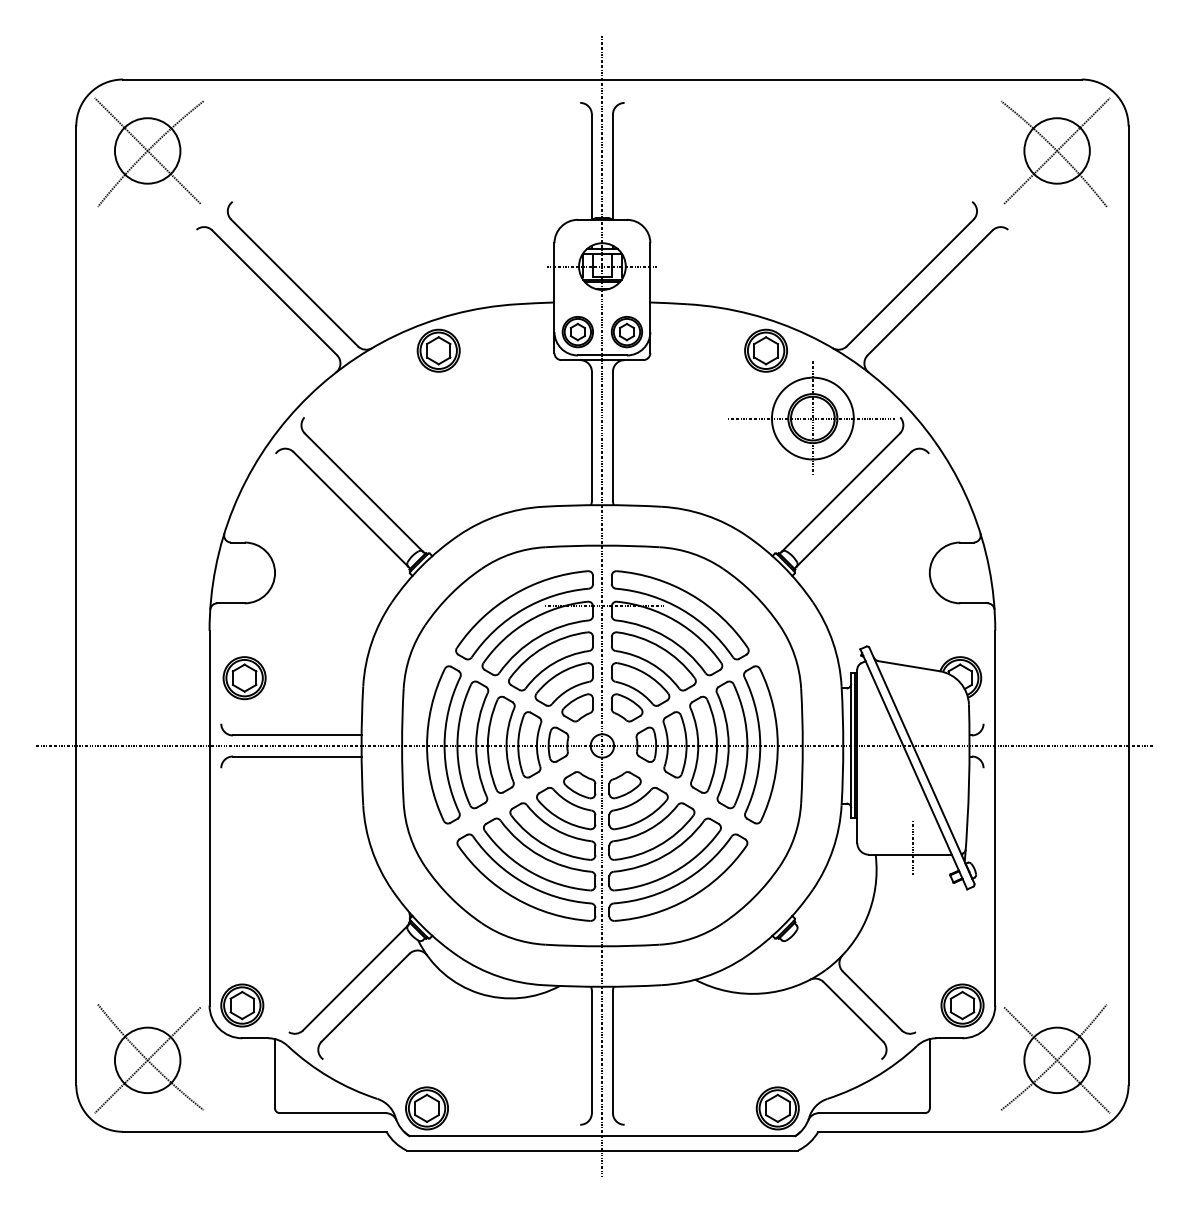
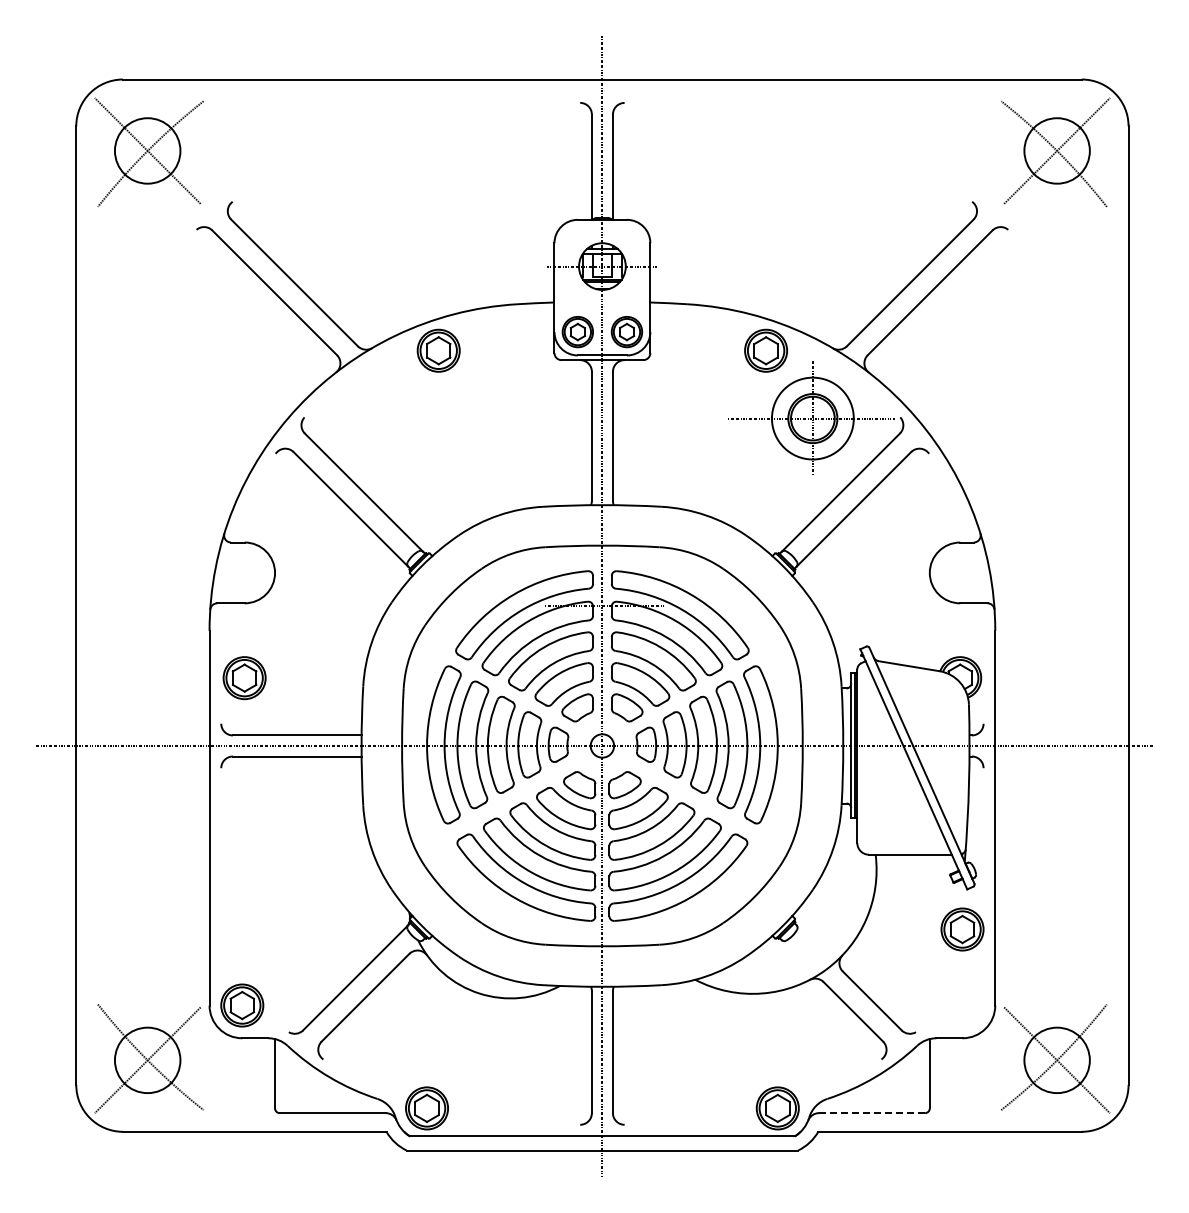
line at (913, 847): present -> none
part at (962, 1005) position: (962, 1005) -> (962, 929)
line at (872, 1113): solid -> dashed
